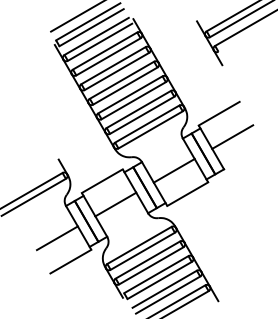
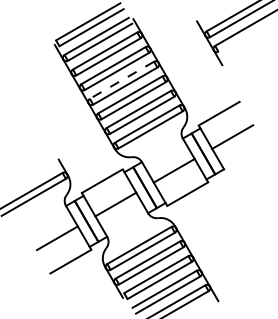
line at (76, 16): present -> none
line at (121, 80): solid -> dashed
